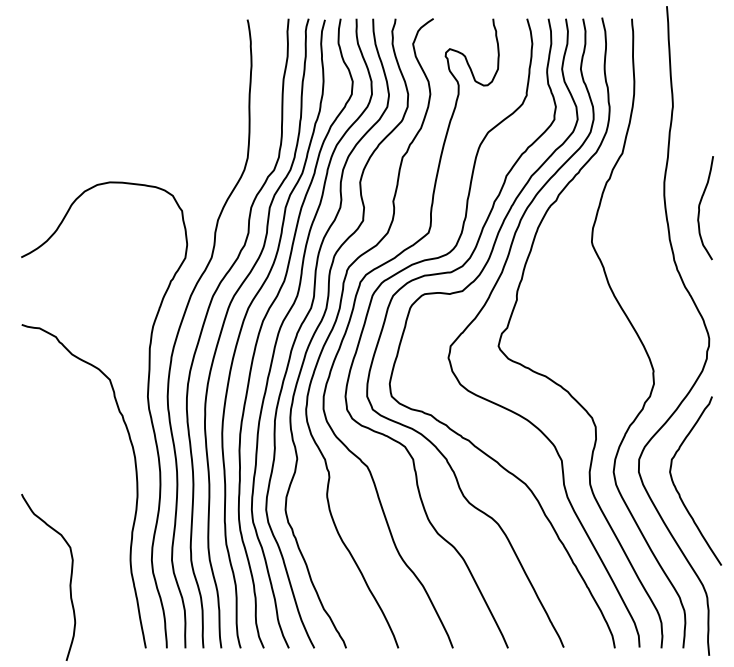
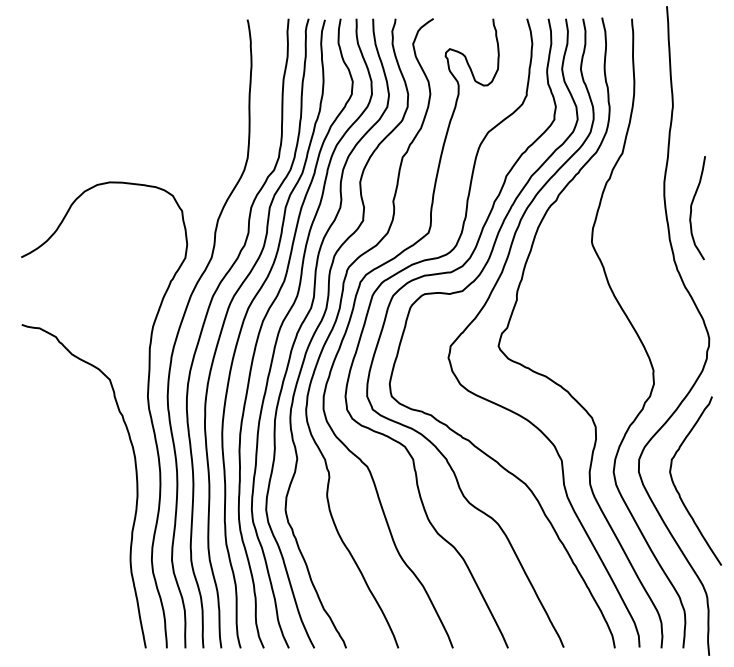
curve at (700, 205) position: (700, 205) -> (692, 205)
curve at (69, 582): present -> none
